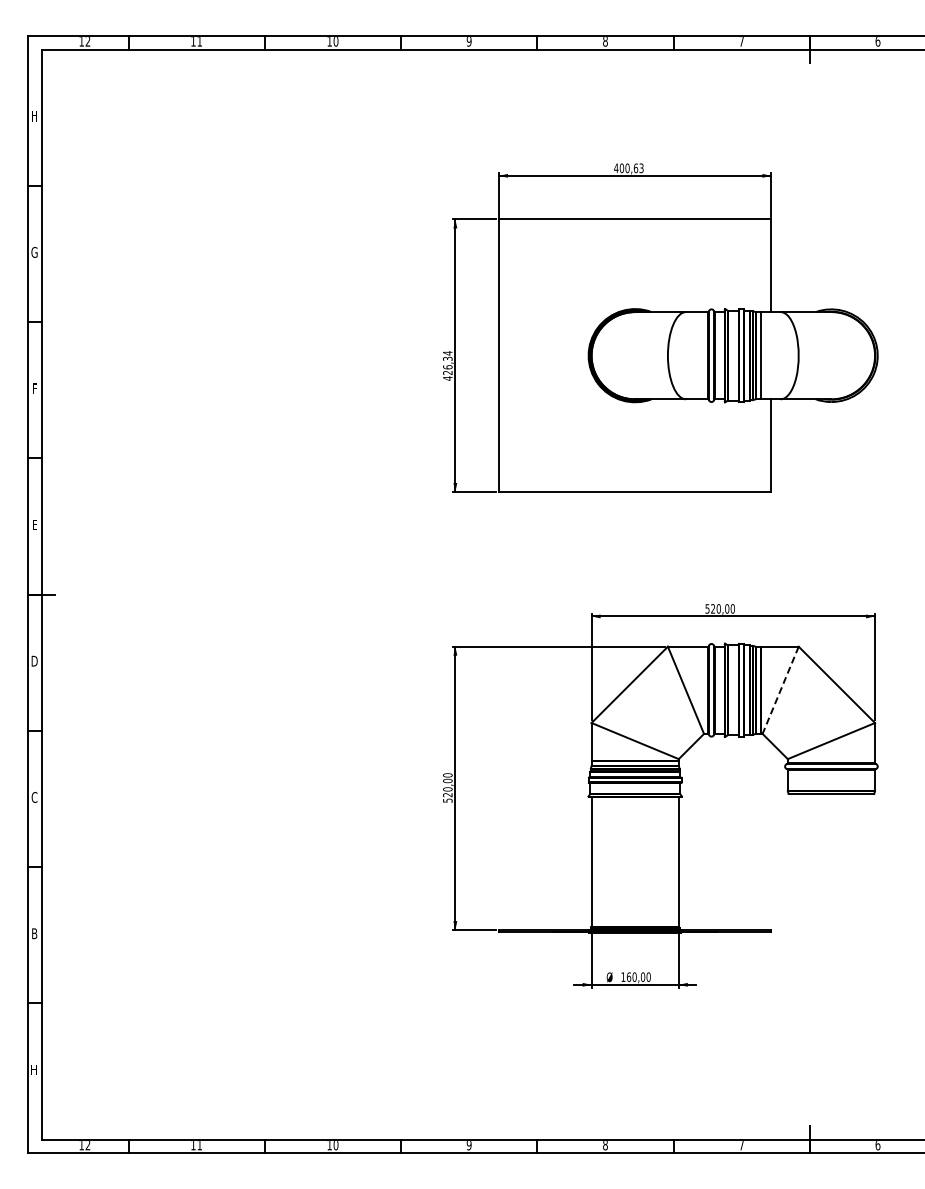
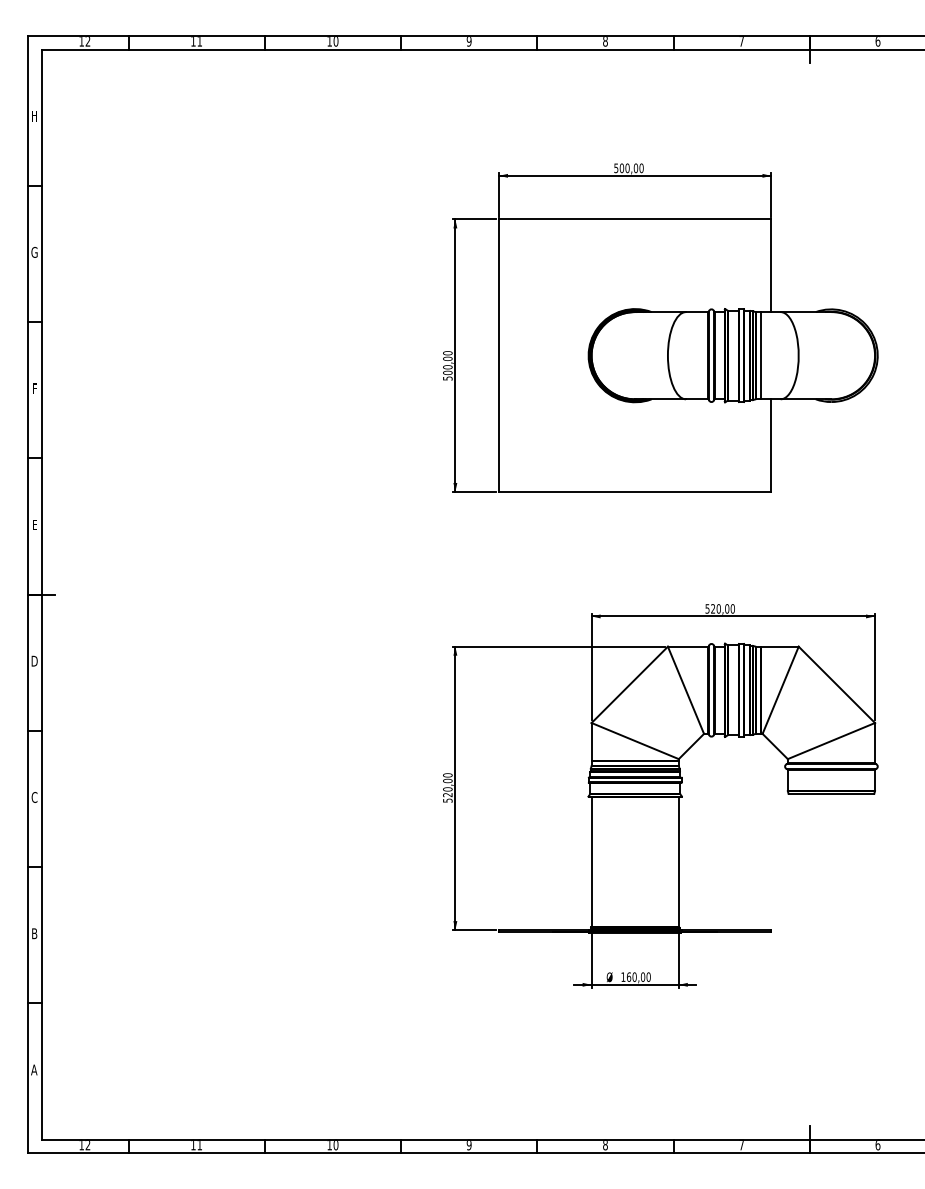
text at (628, 168): 400,63 -> 500,00
text at (447, 365): 426,34 -> 500,00
line at (780, 690): dashed -> solid
text at (34, 1069): H -> A
